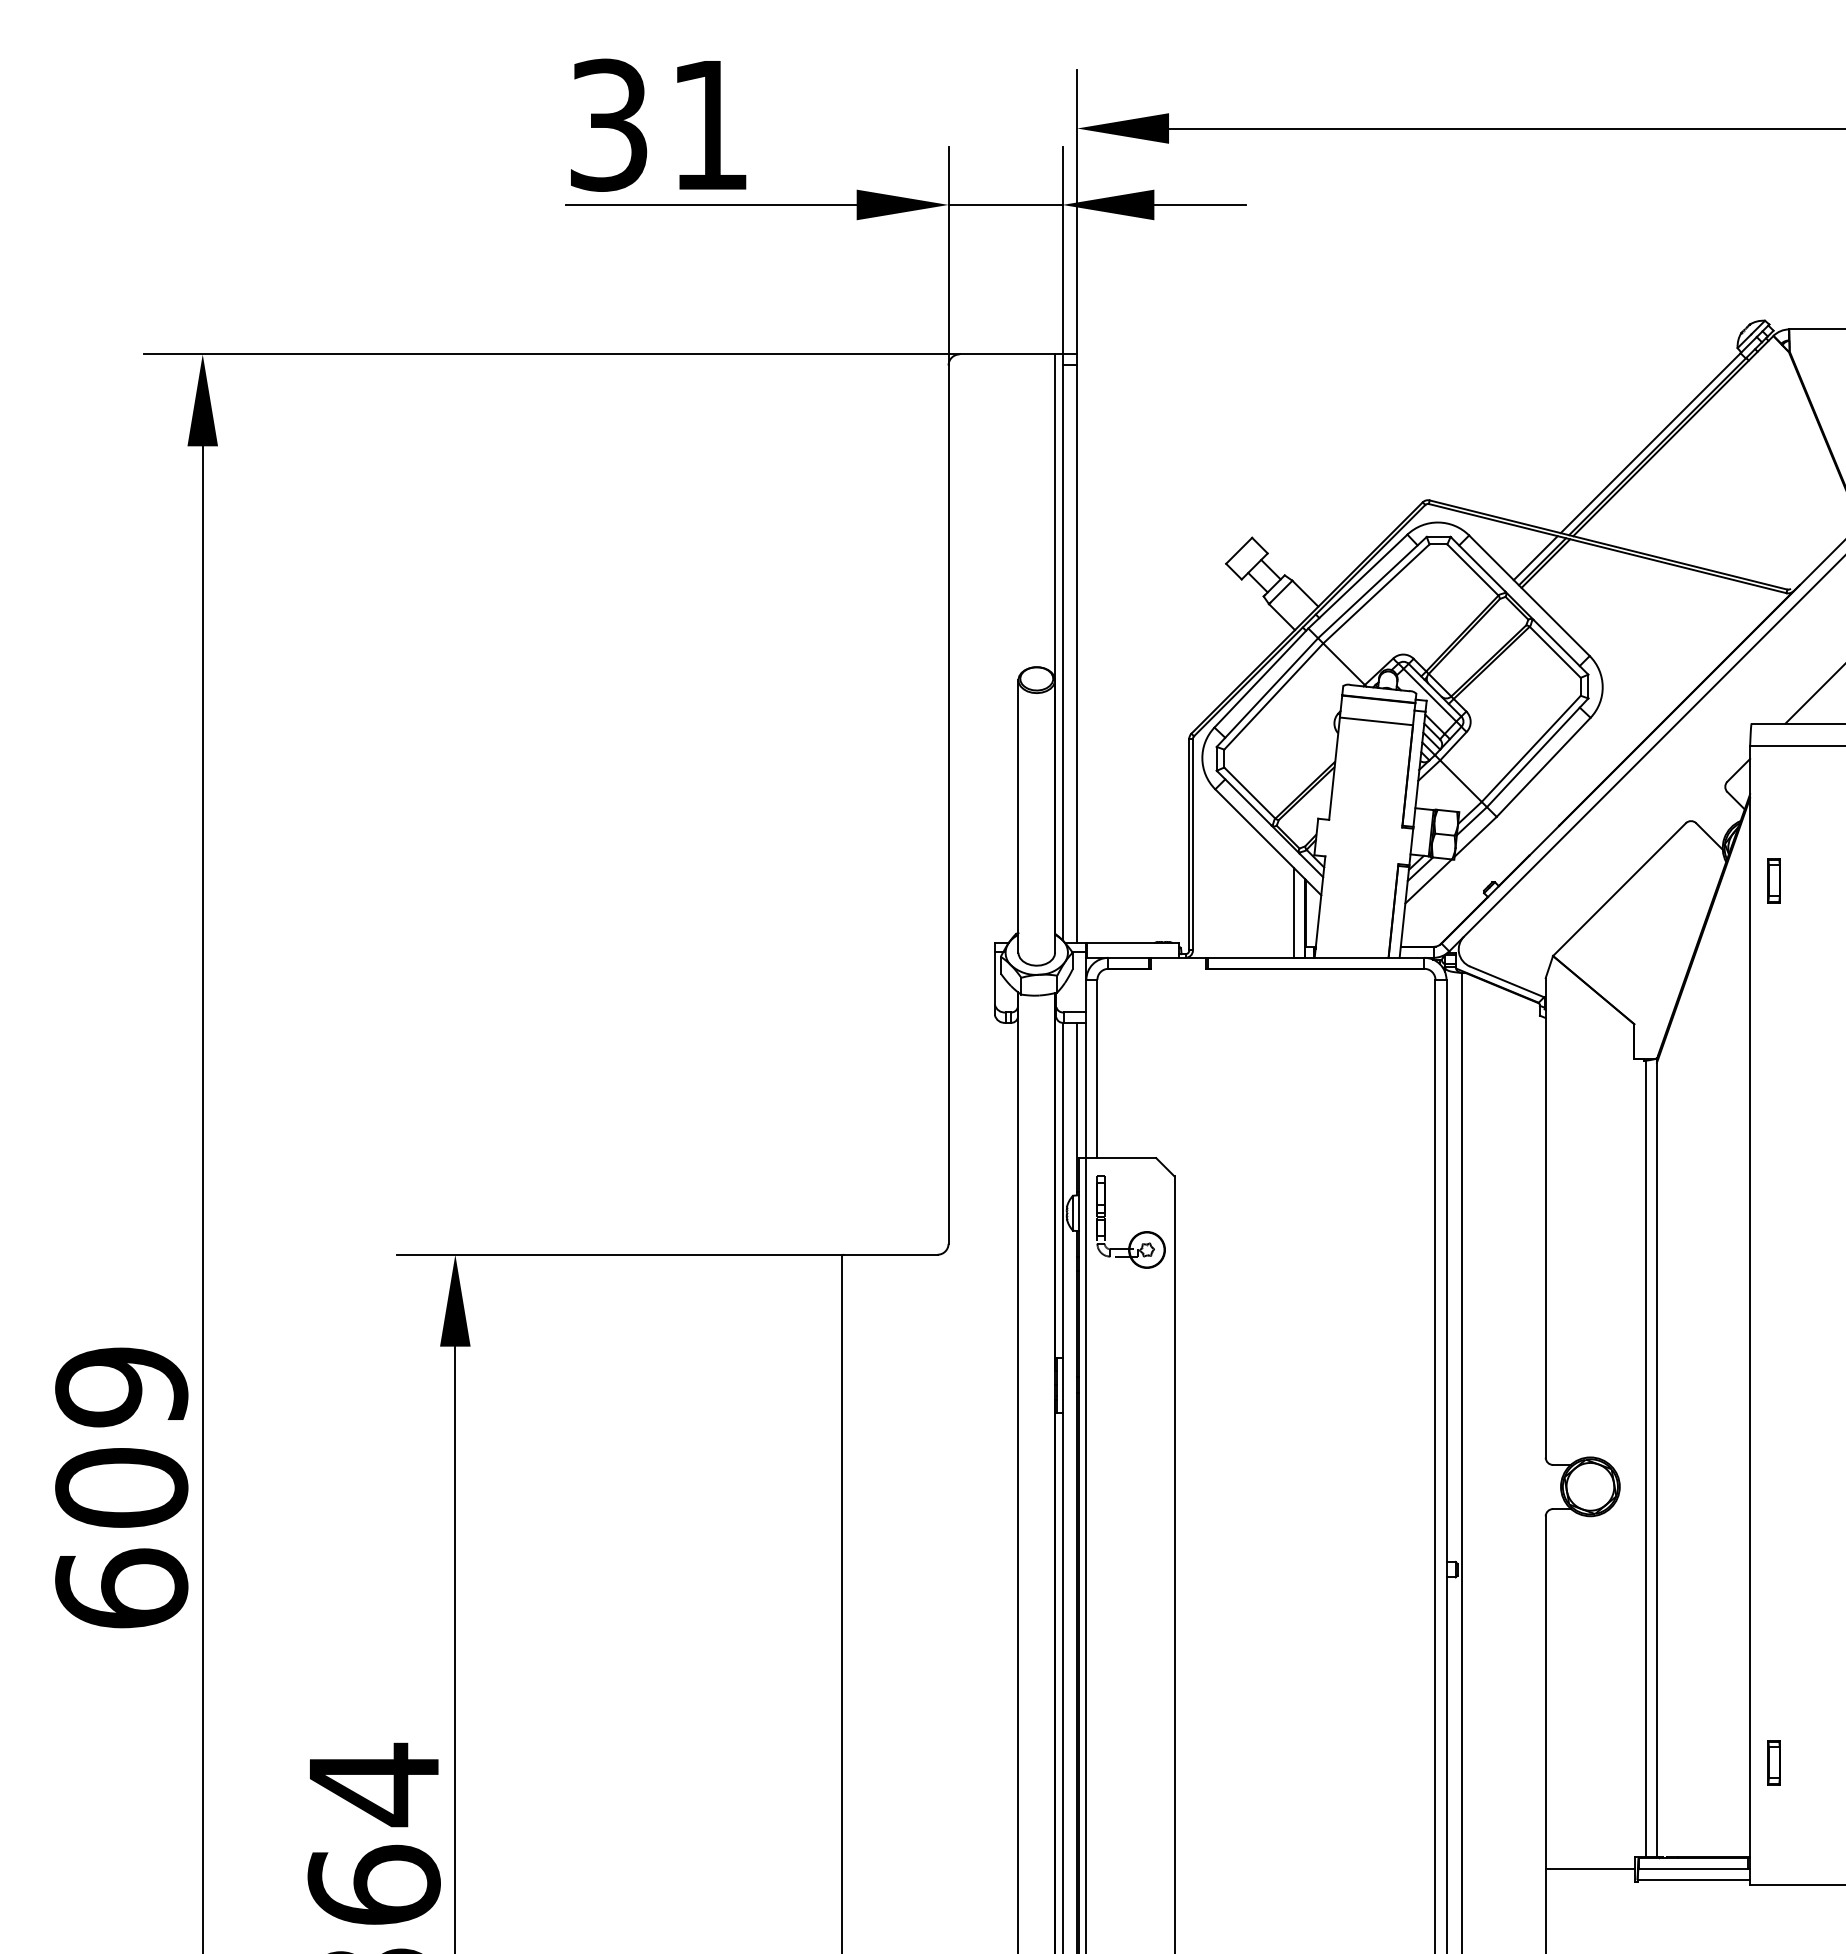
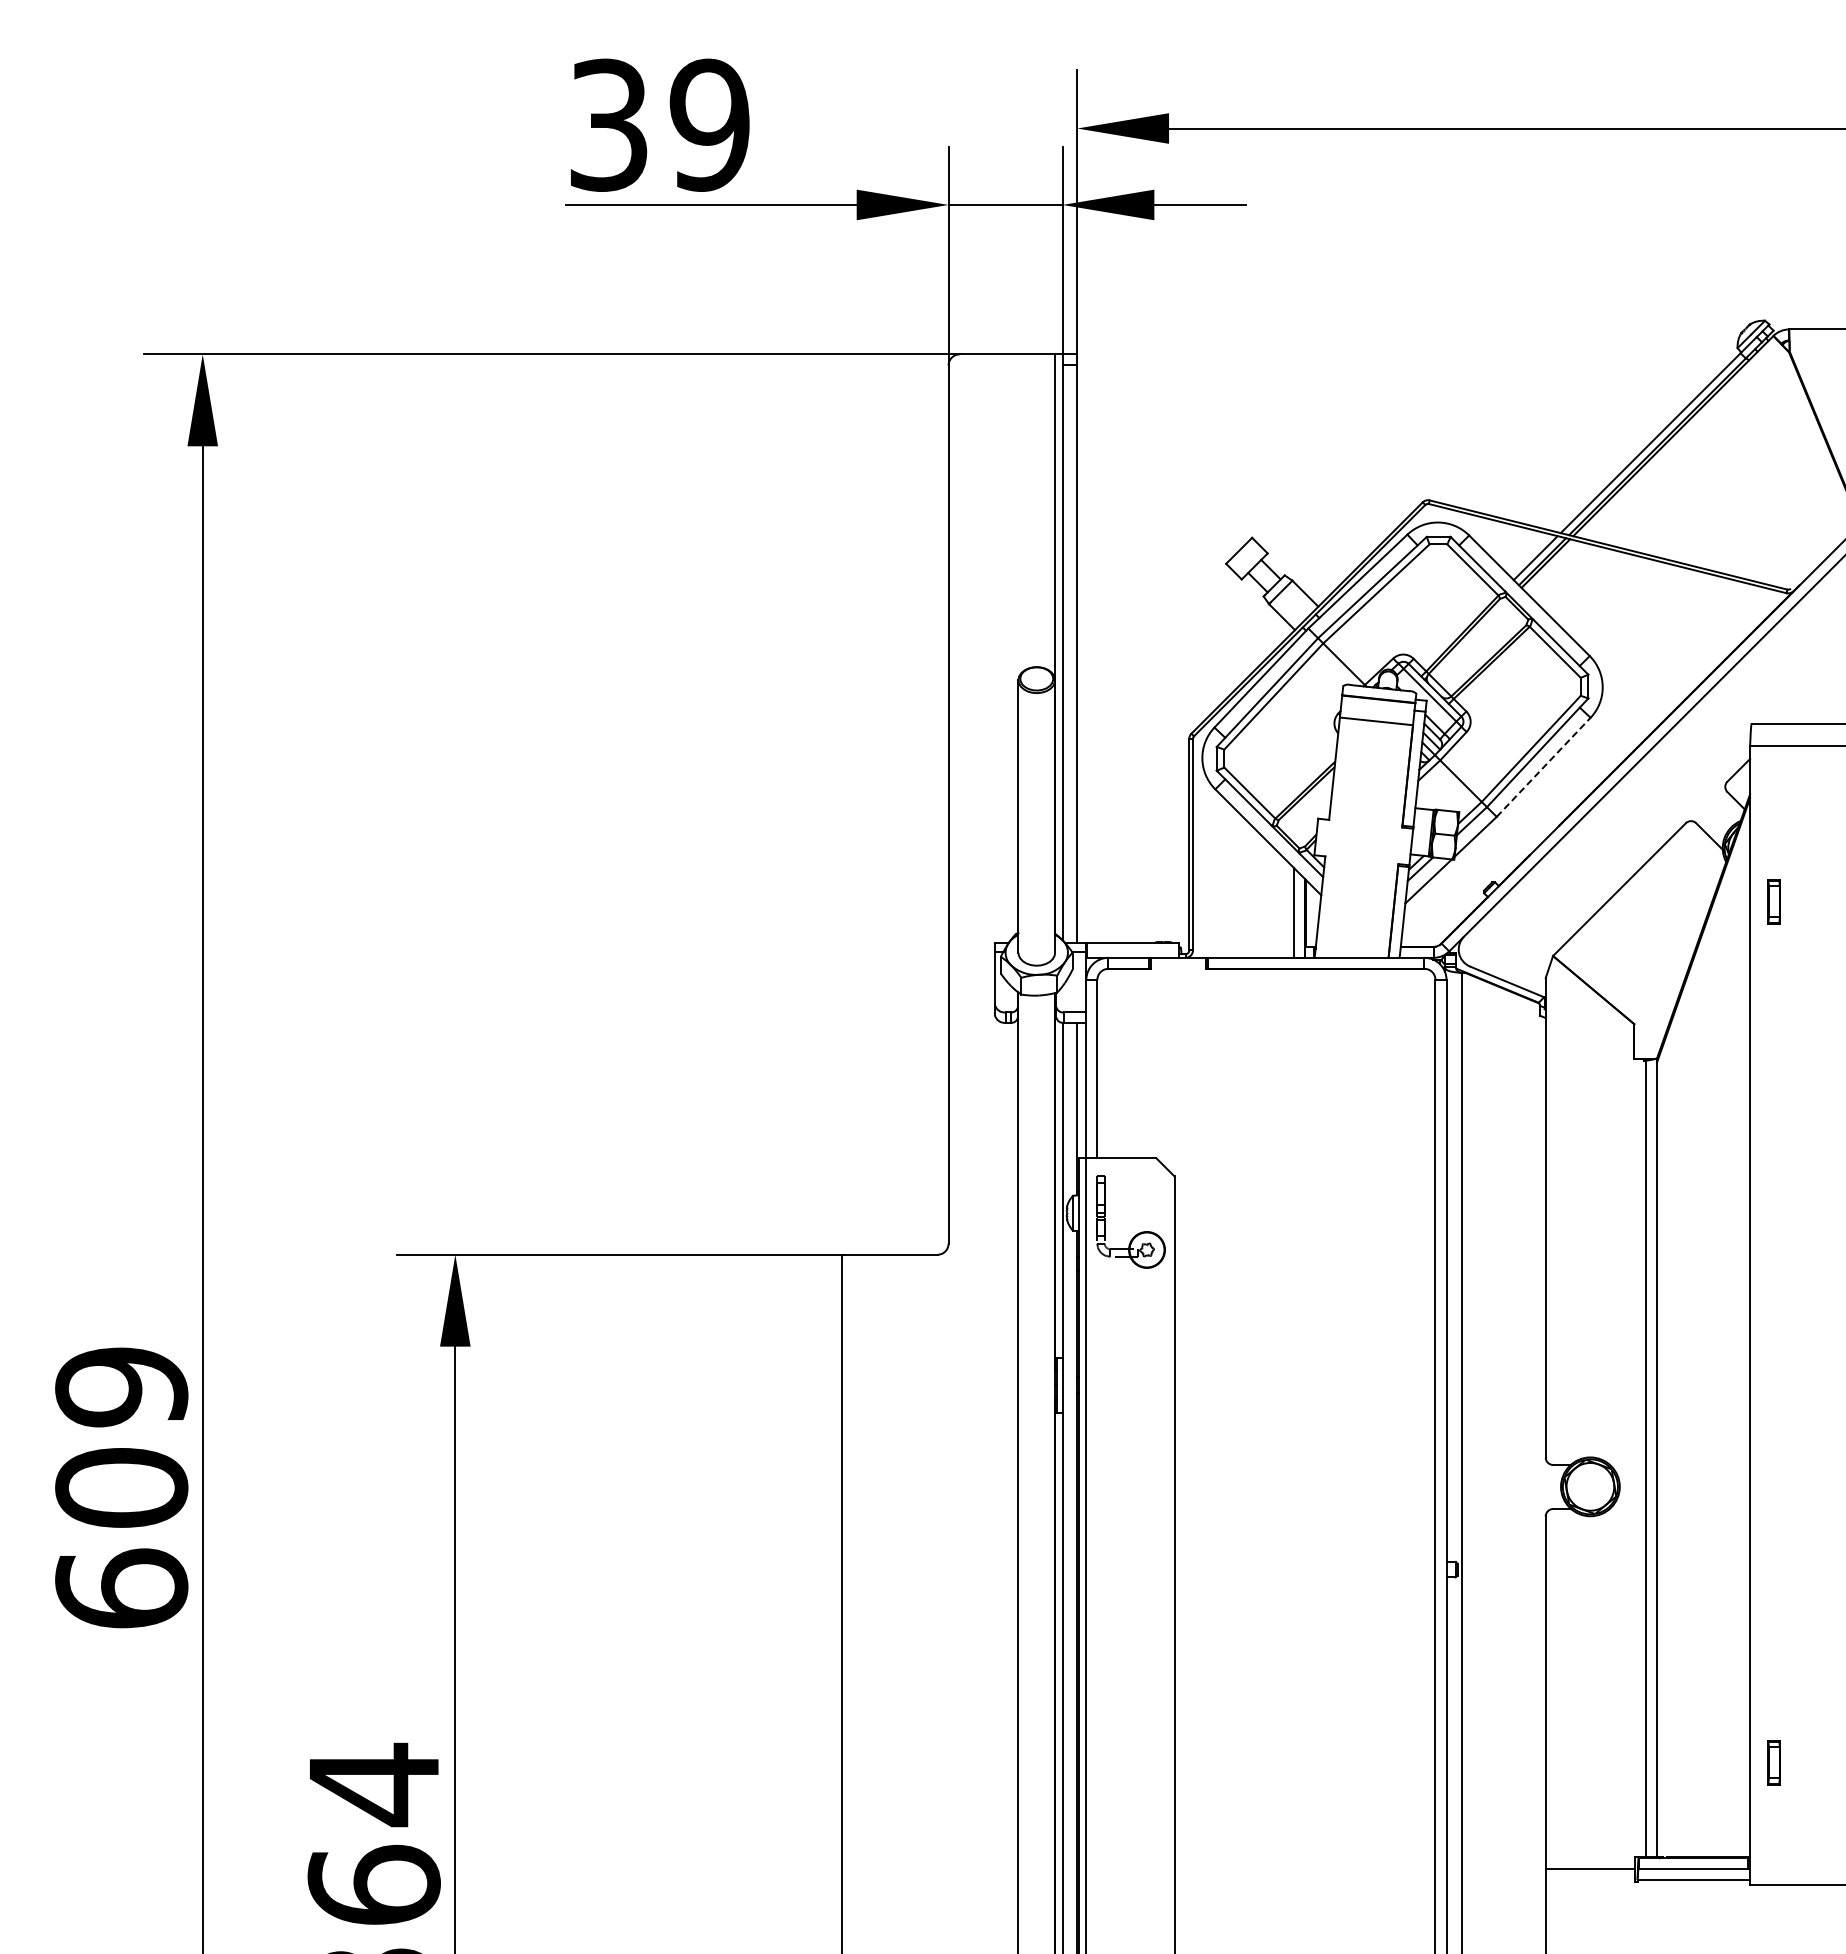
text at (709, 124): 31 -> 39
line at (1813, 694): present -> none
line at (1544, 767): solid -> dashed
part at (1773, 880) position: (1773, 880) -> (1773, 901)
